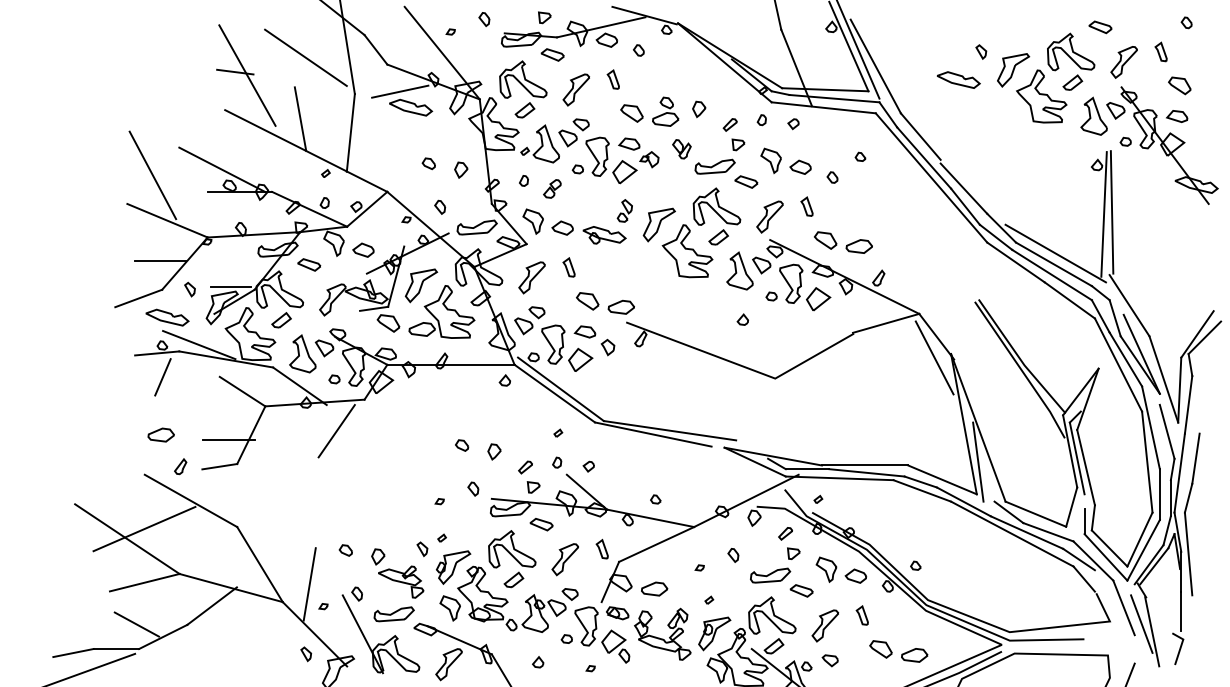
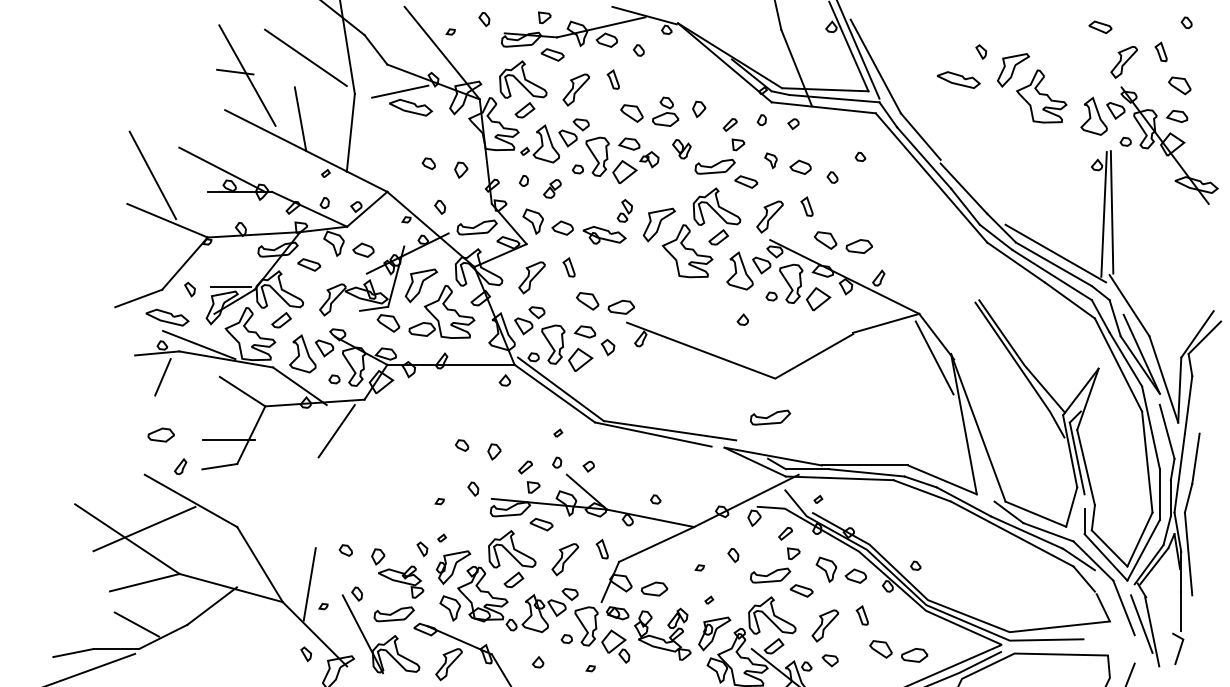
part at (1071, 61): present -> none
part at (770, 160) size: 22x27 px -> 14x18 px
line at (160, 260): present -> none
part at (770, 417): none -> present
line at (978, 461): present -> none
